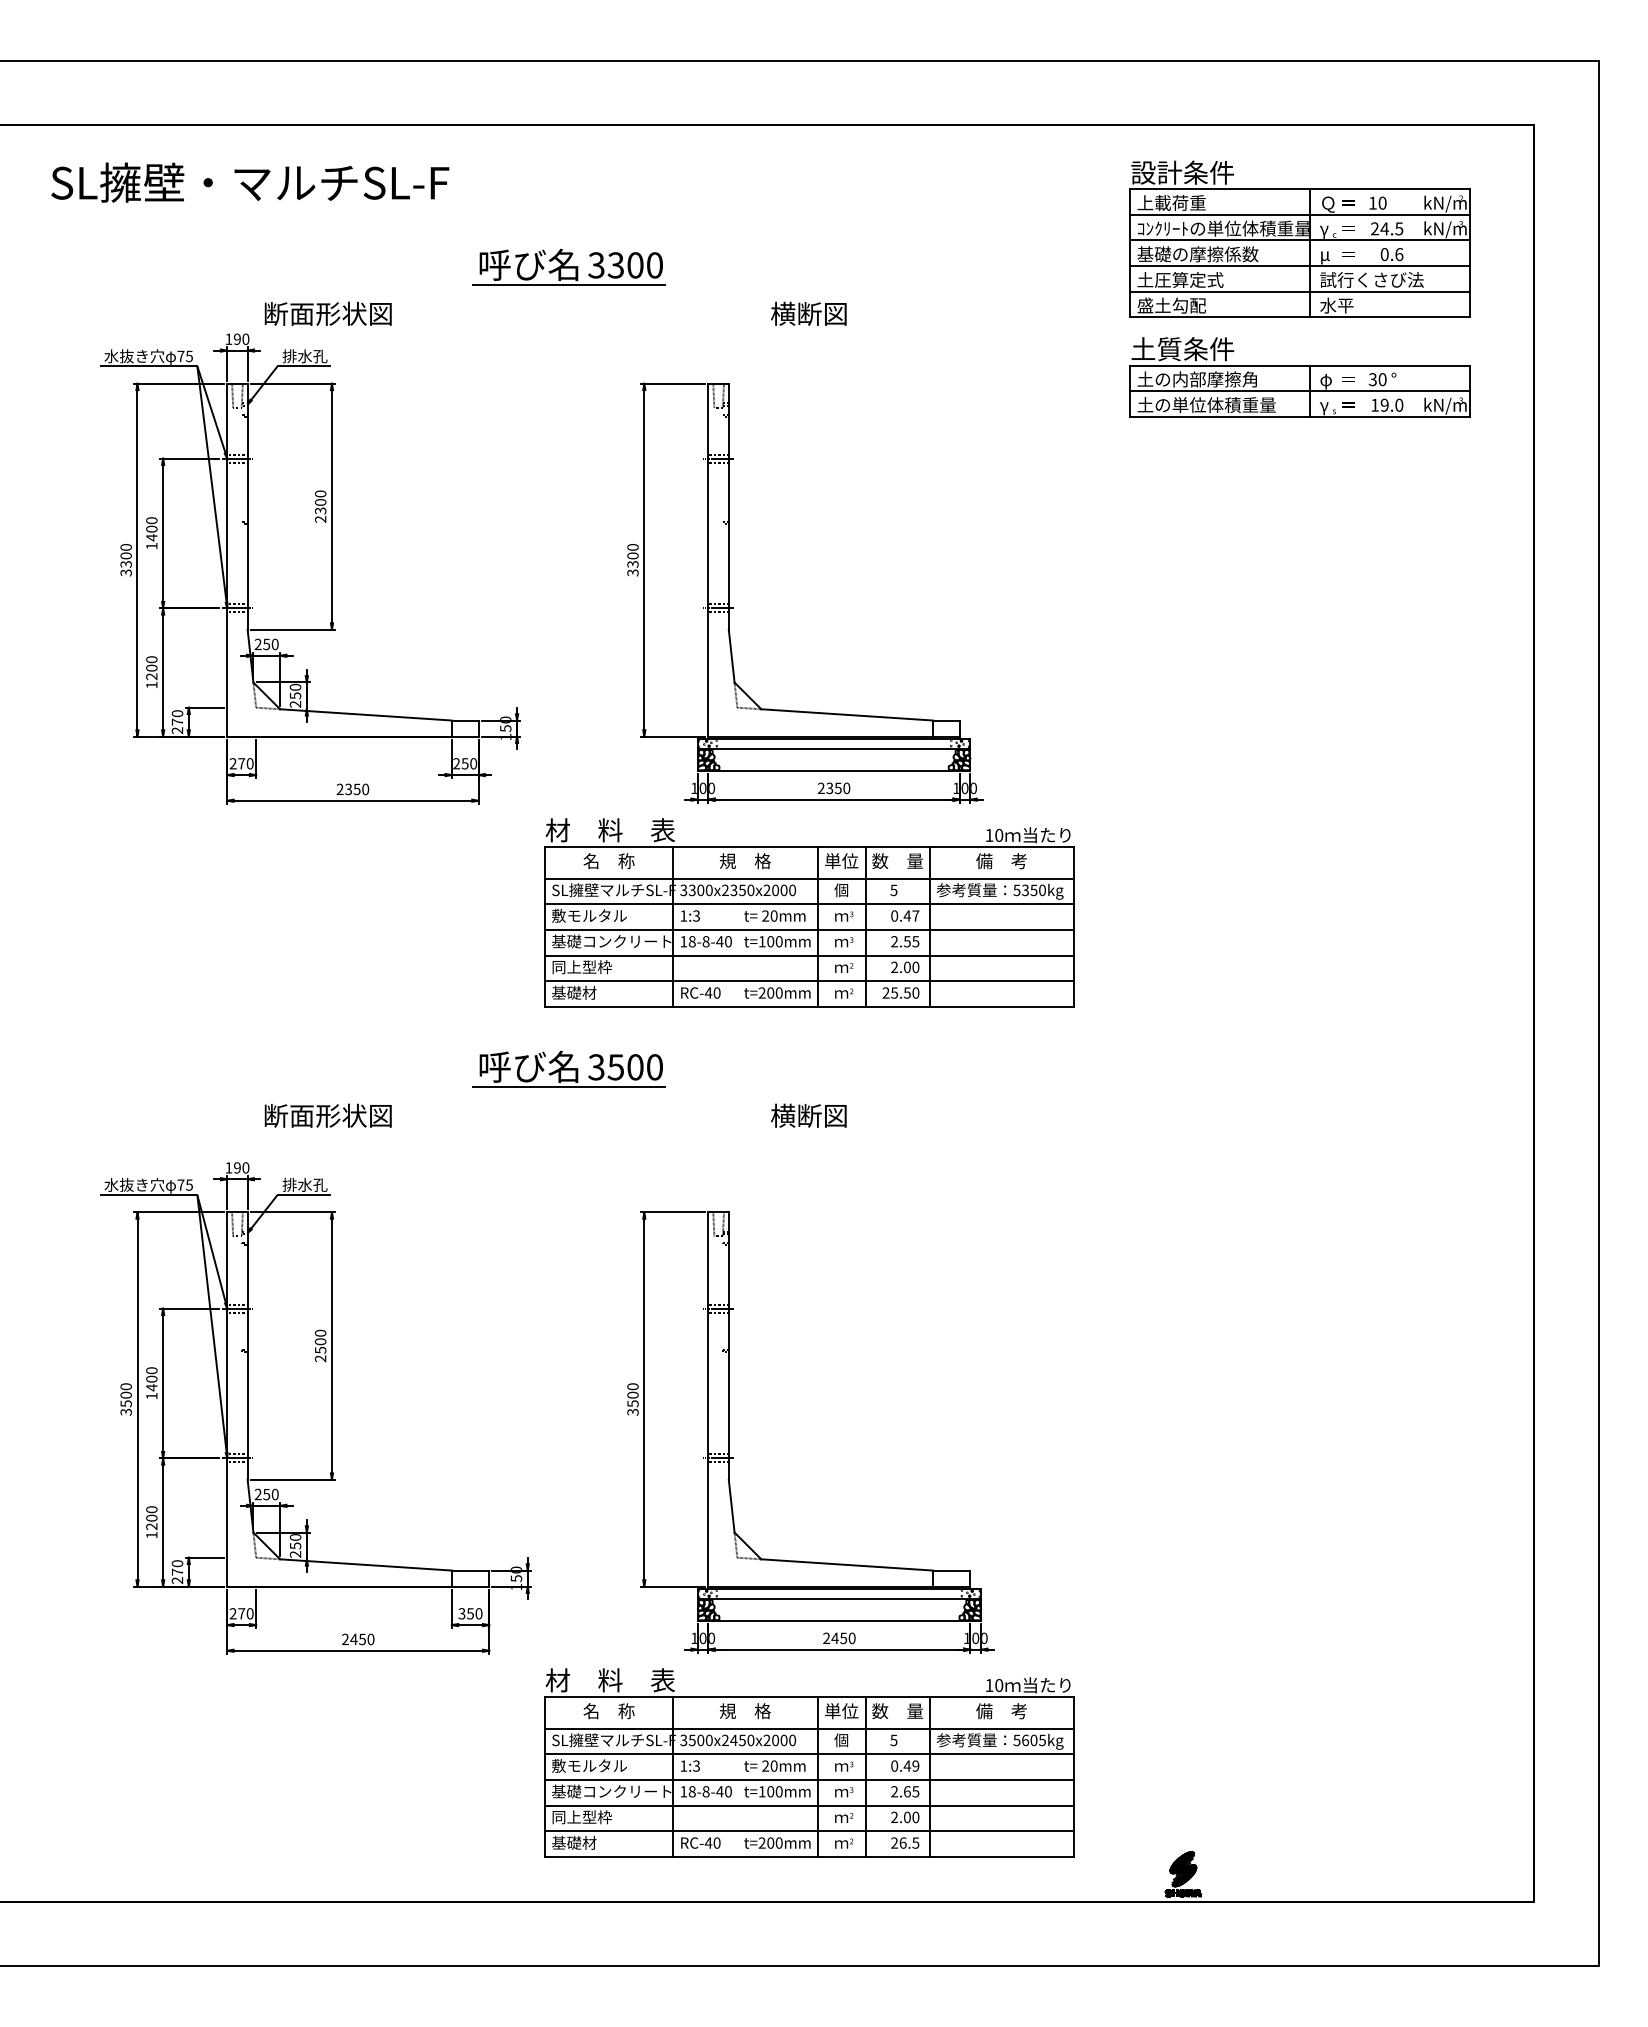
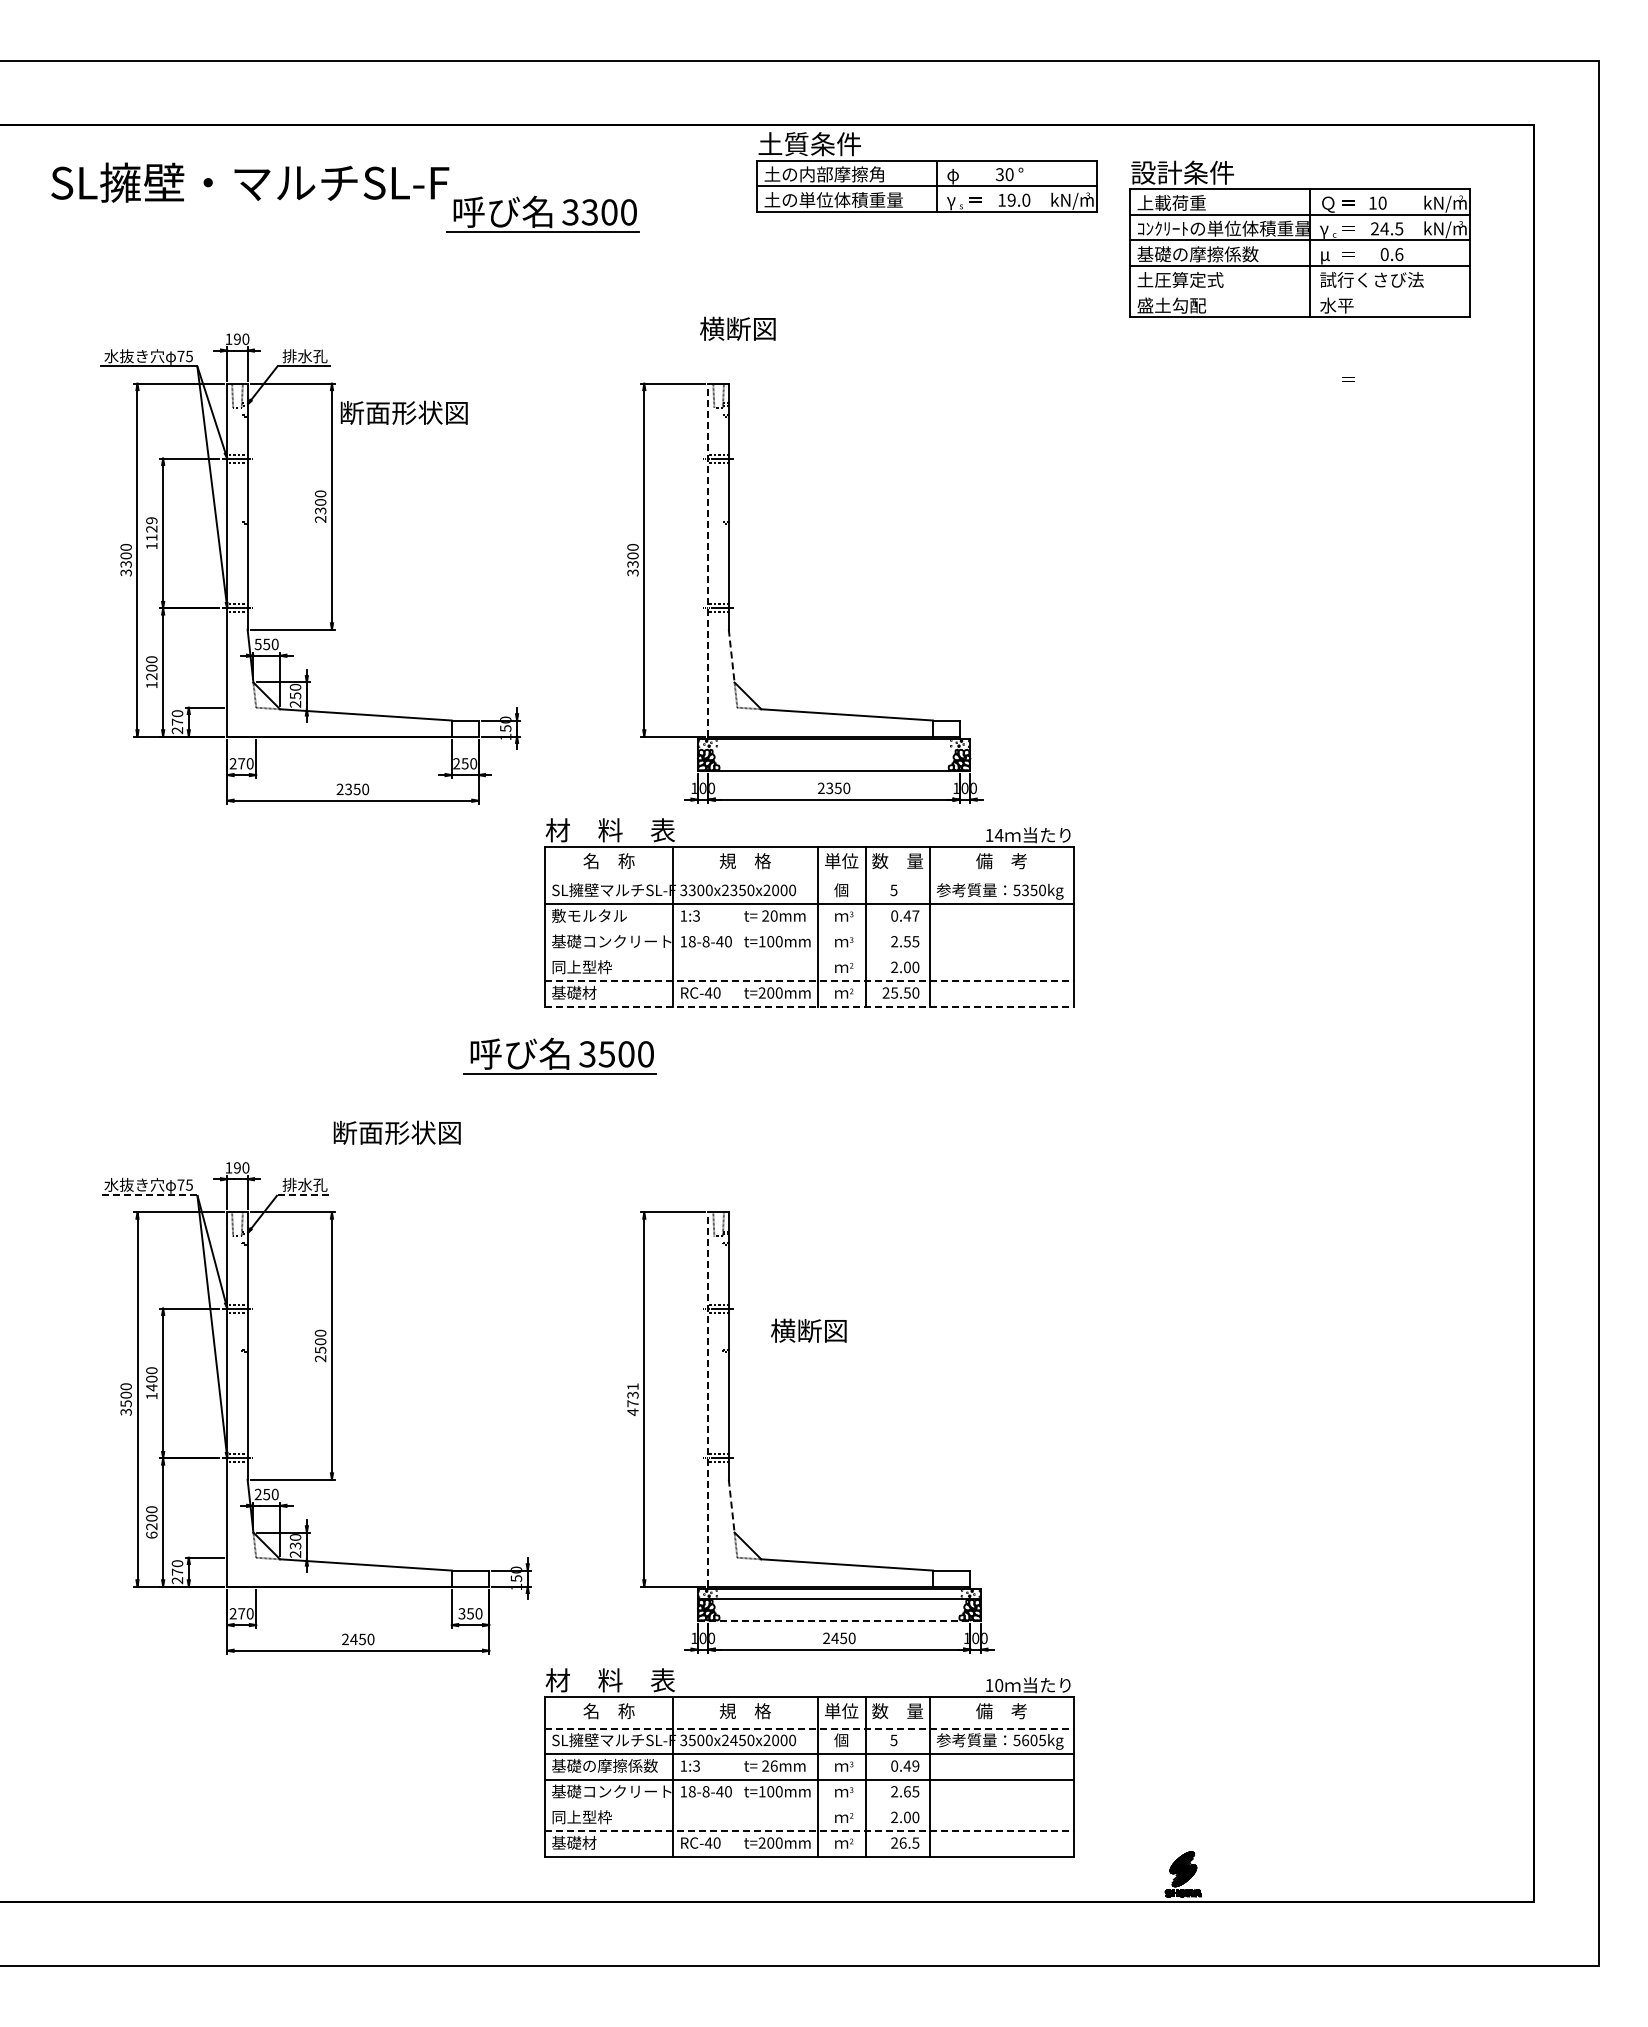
part at (568, 266) position: (568, 266) -> (542, 213)
line at (1300, 291): present -> none
text at (327, 313) position: (327, 313) -> (403, 412)
text at (808, 313) position: (808, 313) -> (737, 328)
part at (1299, 377) position: (1299, 377) -> (926, 172)
text at (151, 529): 1400 -> 1129
line at (708, 559): solid -> dashed
text at (257, 644): 250 -> 550
line at (731, 656): solid -> dashed
line at (833, 749): present -> none
text at (998, 834): 10 -> 14
line at (809, 878): present -> none
line at (809, 930): present -> none
line at (809, 955): present -> none
line at (809, 981): solid -> dashed
line at (809, 1007): solid -> dashed
part at (568, 1068) position: (568, 1068) -> (559, 1055)
text at (327, 1115) position: (327, 1115) -> (396, 1132)
text at (808, 1115) position: (808, 1115) -> (808, 1330)
line at (148, 1195): solid -> dashed
line at (304, 1195): solid -> dashed
line at (708, 1398): solid -> dashed
text at (632, 1399): 3500 -> 4731
line at (731, 1506): solid -> dashed
text at (151, 1534): 1200 -> 6200
text at (294, 1545): 250 -> 230
line at (839, 1620): solid -> dashed
line at (809, 1728): solid -> dashed
text at (604, 1765): 敷モルタル -> 基礎の摩擦係数
text at (773, 1765): 20mm -> 26mm
line at (809, 1805): present -> none
line at (809, 1831): solid -> dashed
